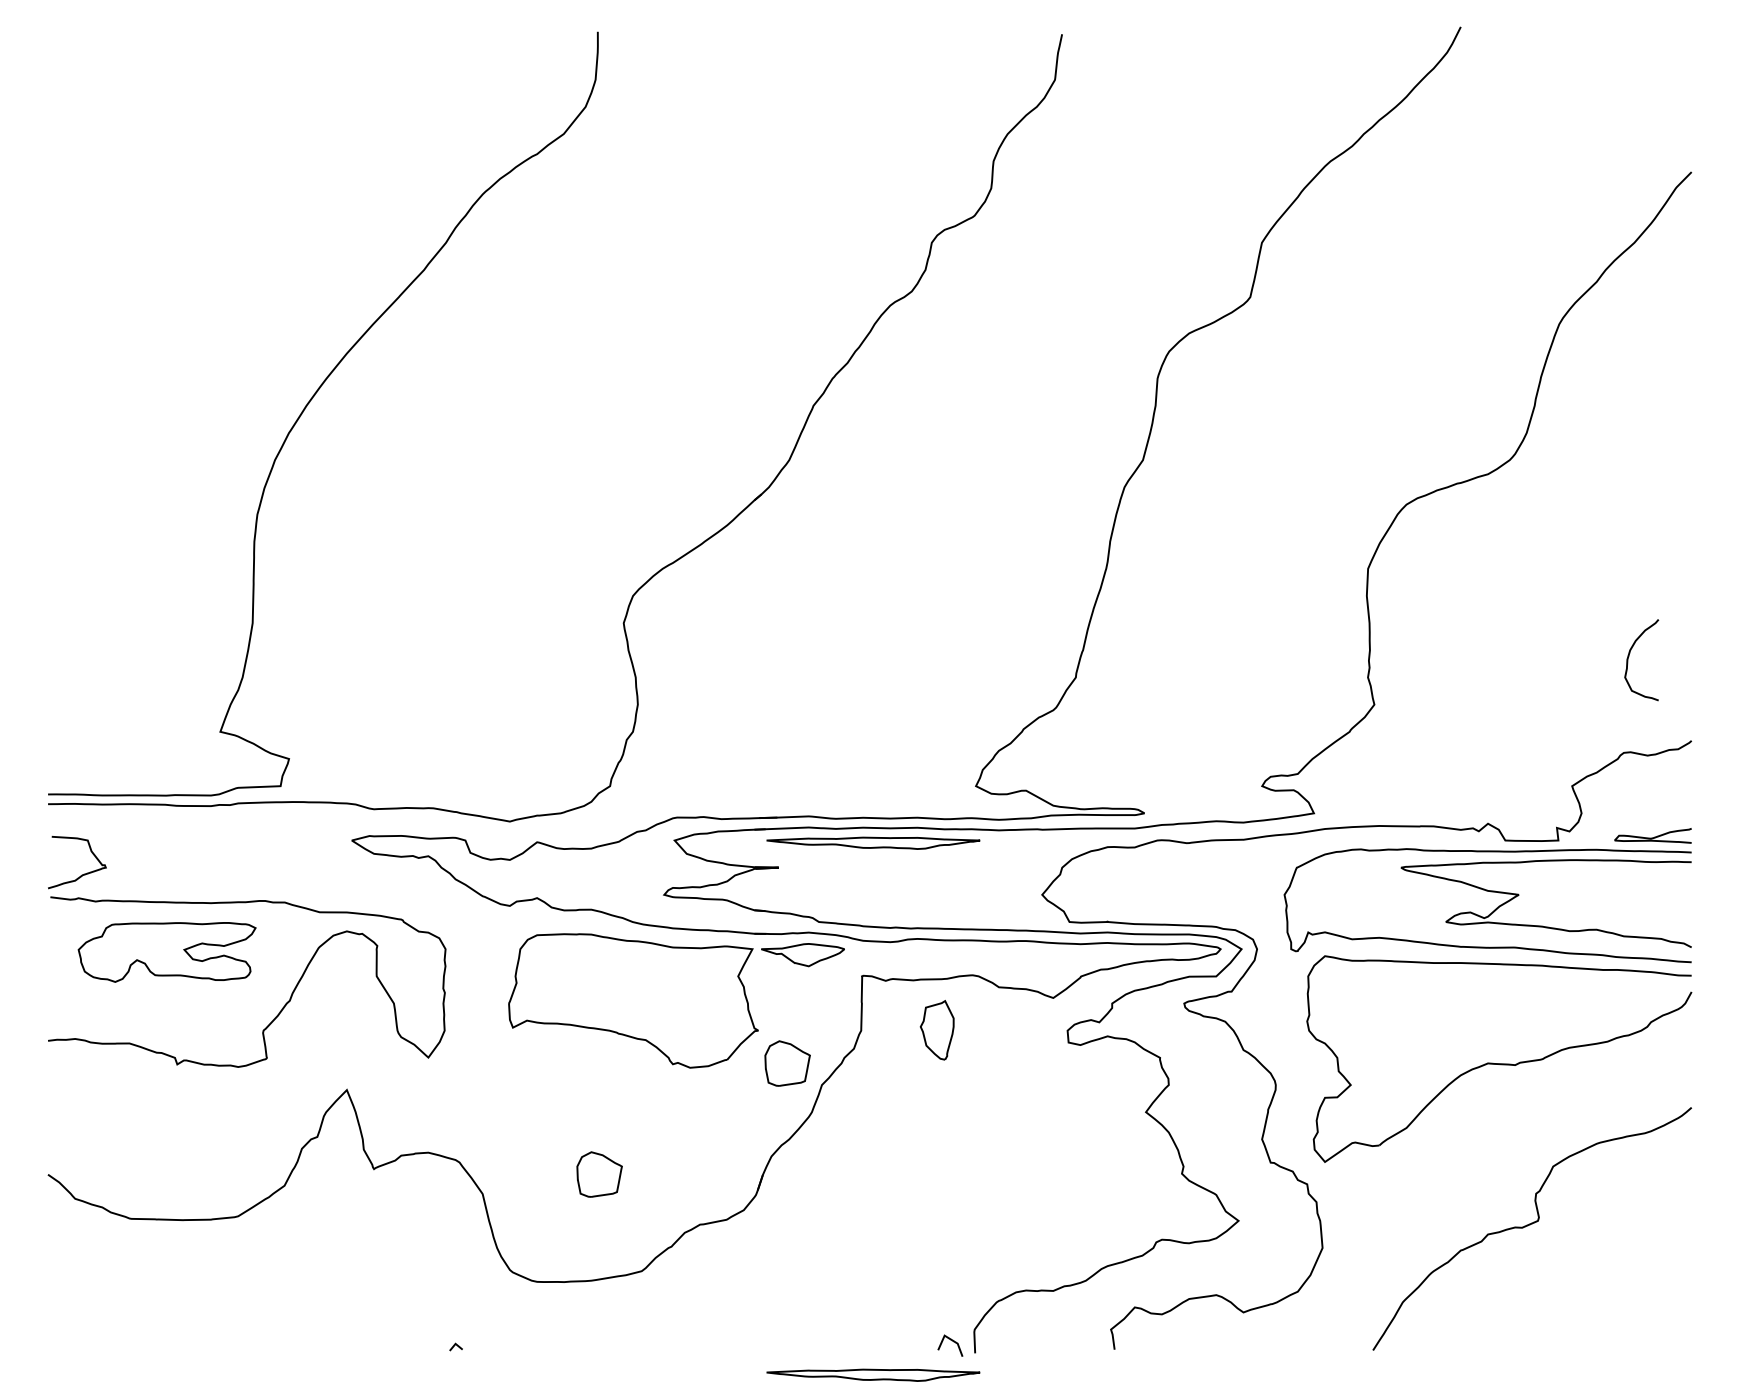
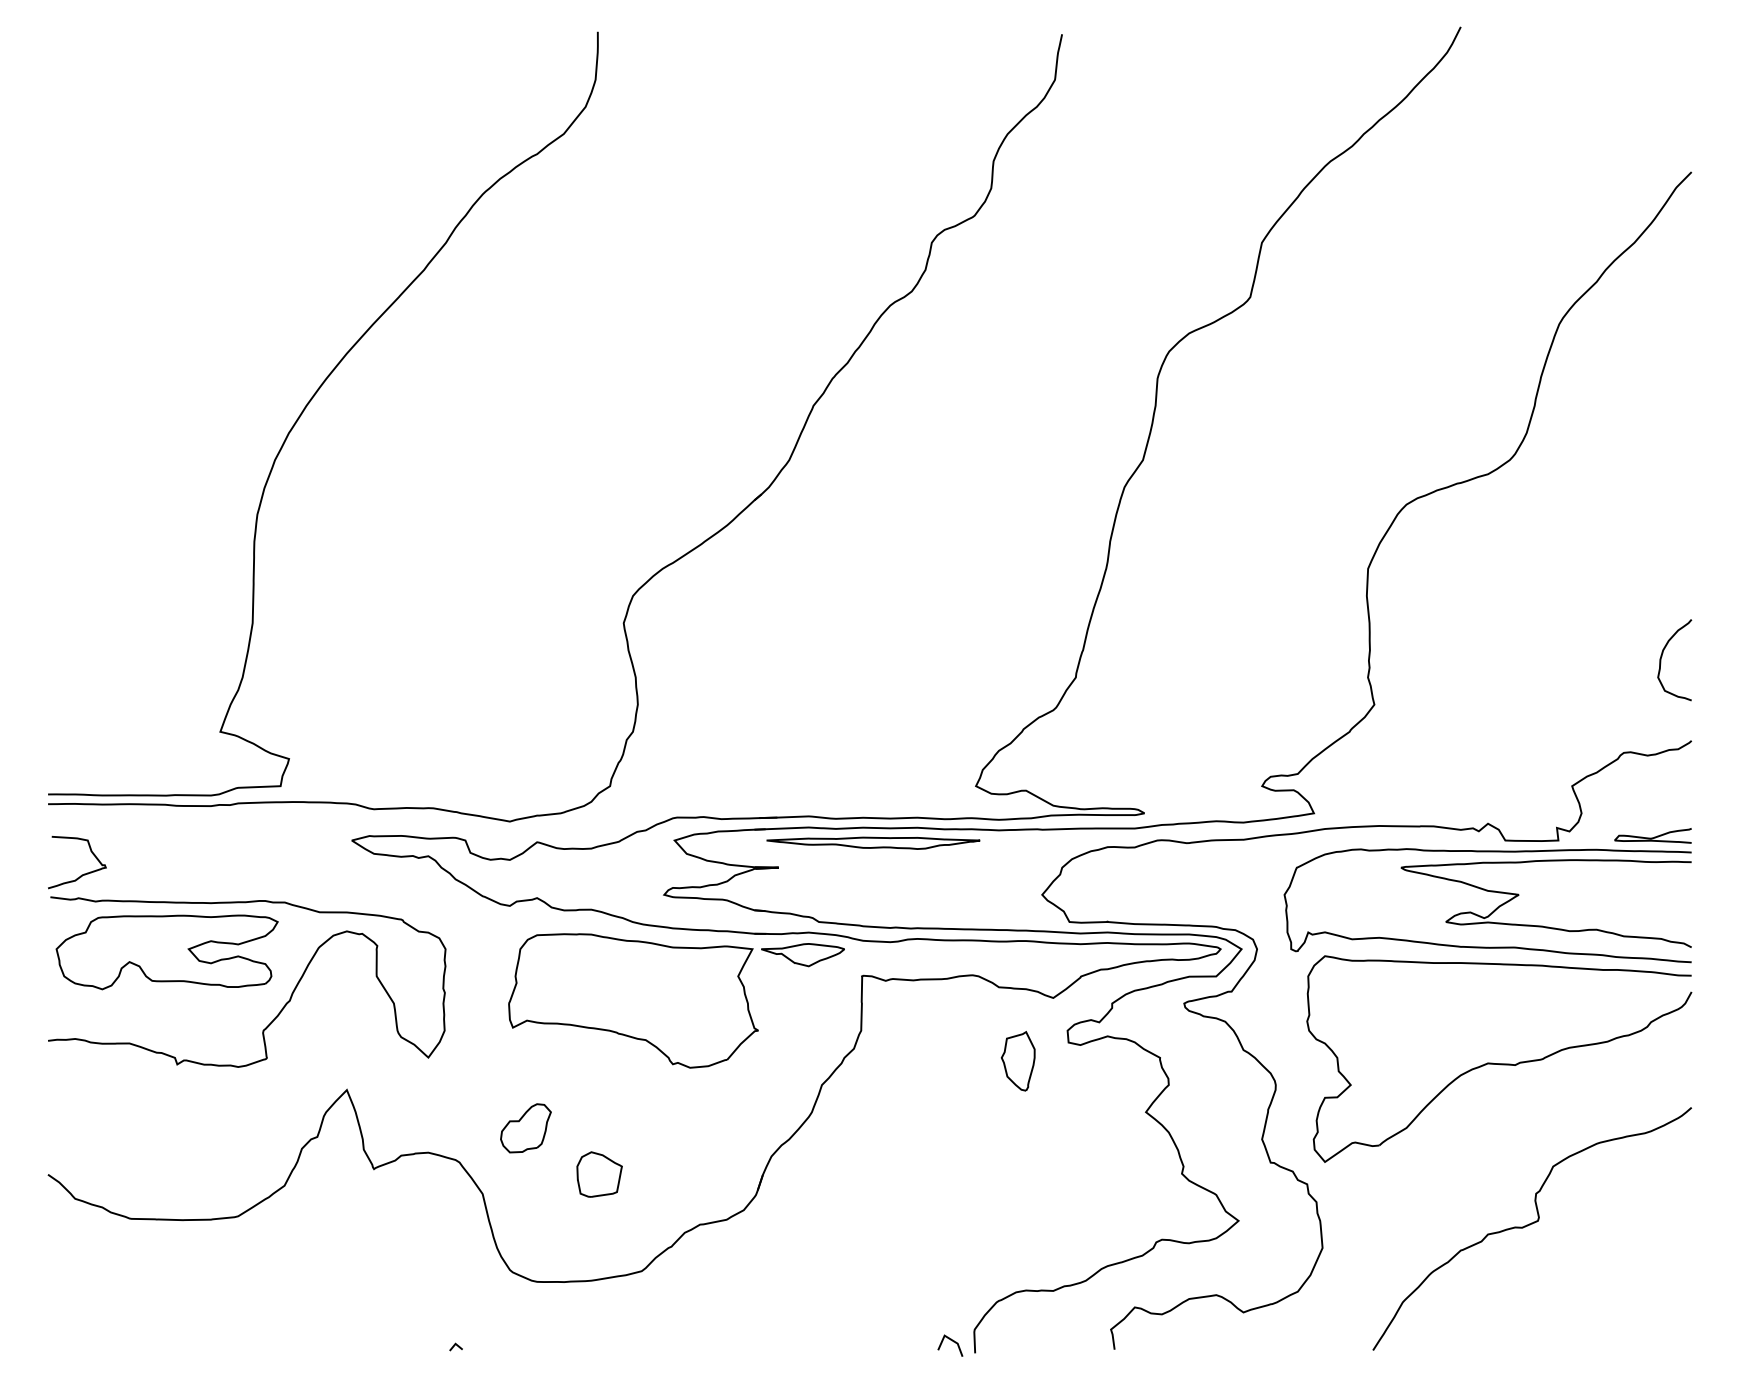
curve at (1629, 656) position: (1629, 656) -> (1662, 656)
part at (166, 952) size: 180x61 px -> 224x77 px
part at (936, 1030) position: (936, 1030) -> (1017, 1061)
part at (787, 1063): present -> none
part at (525, 1128): none -> present
part at (873, 1374): present -> none
